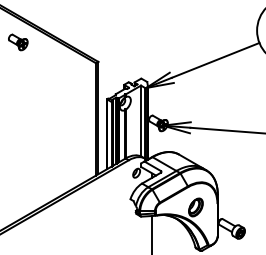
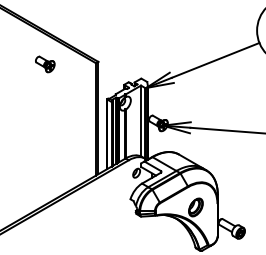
part at (18, 42) position: (18, 42) -> (45, 64)
line at (151, 233): present -> none
